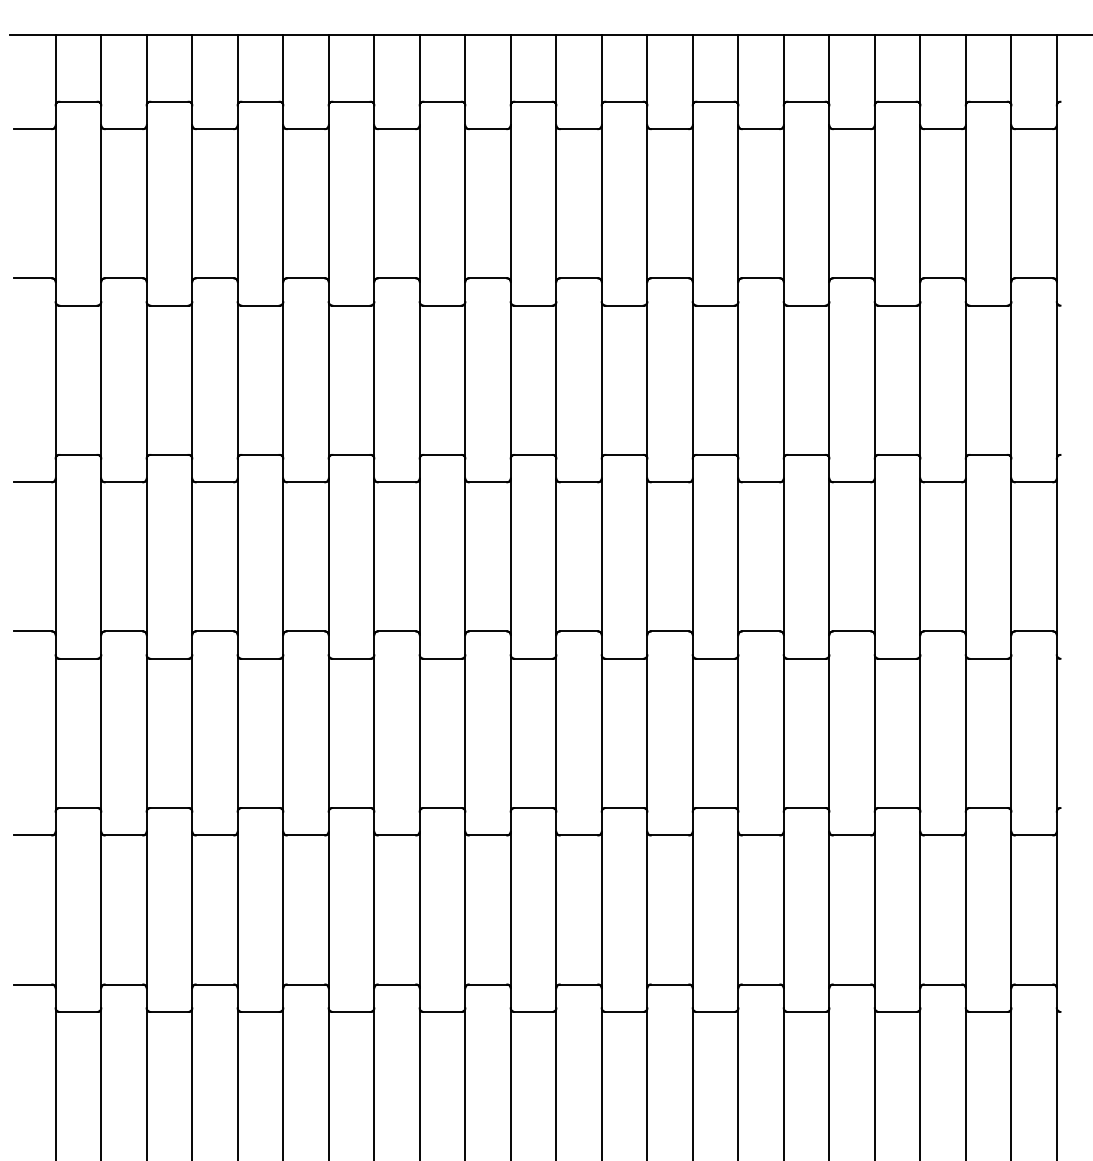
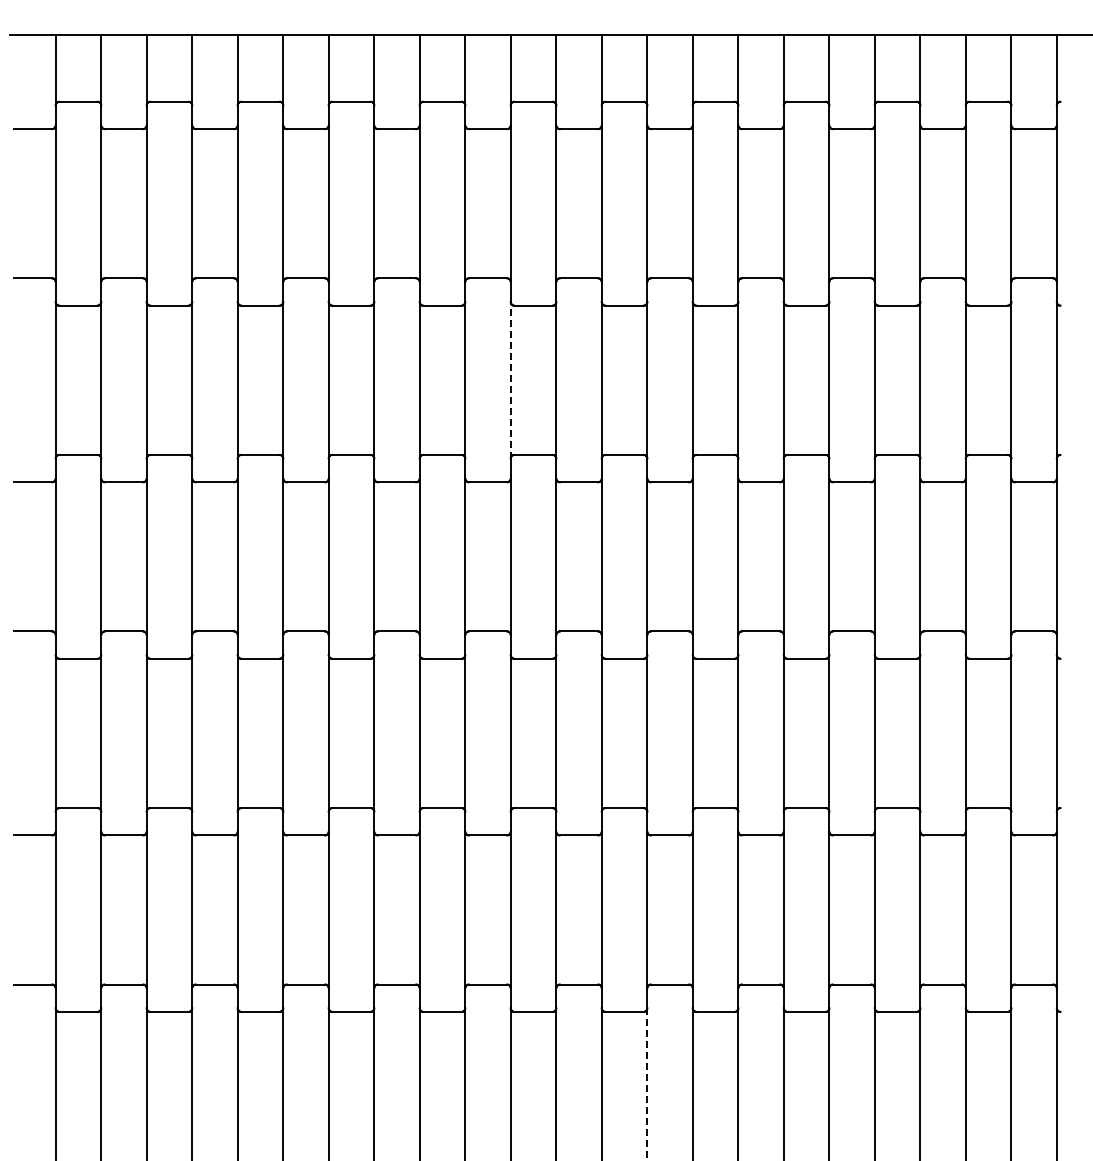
line at (510, 379): solid -> dashed
line at (647, 1085): solid -> dashed
